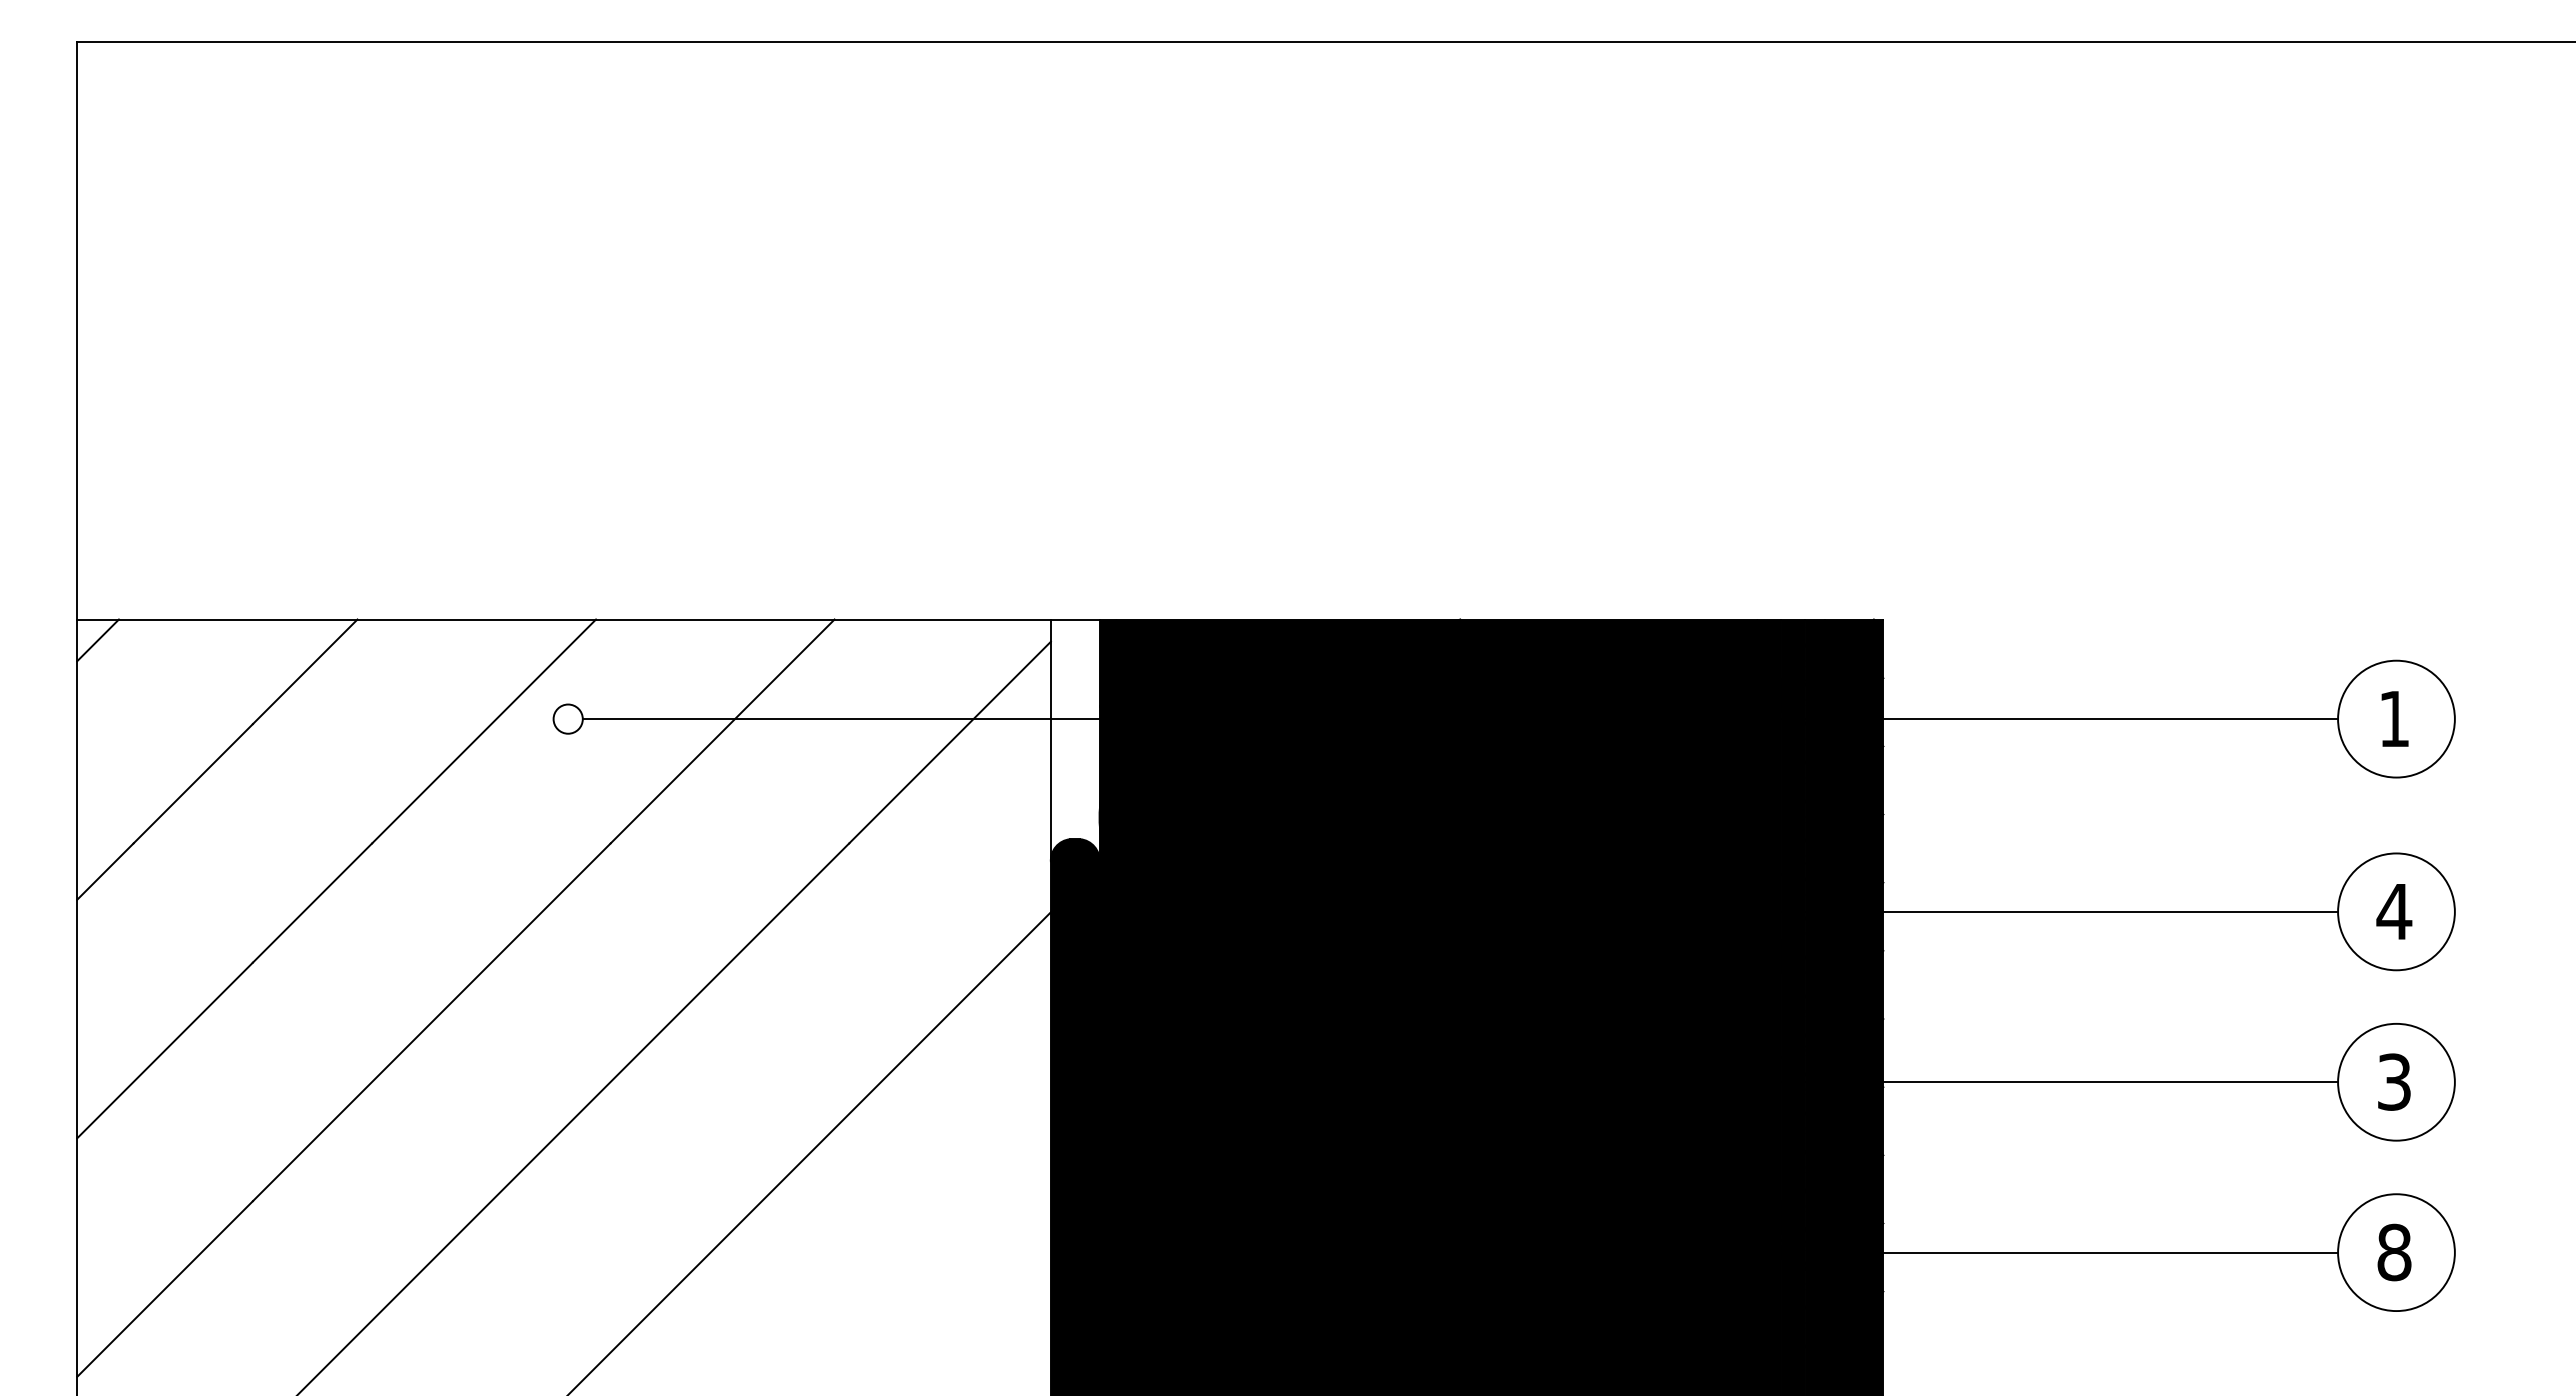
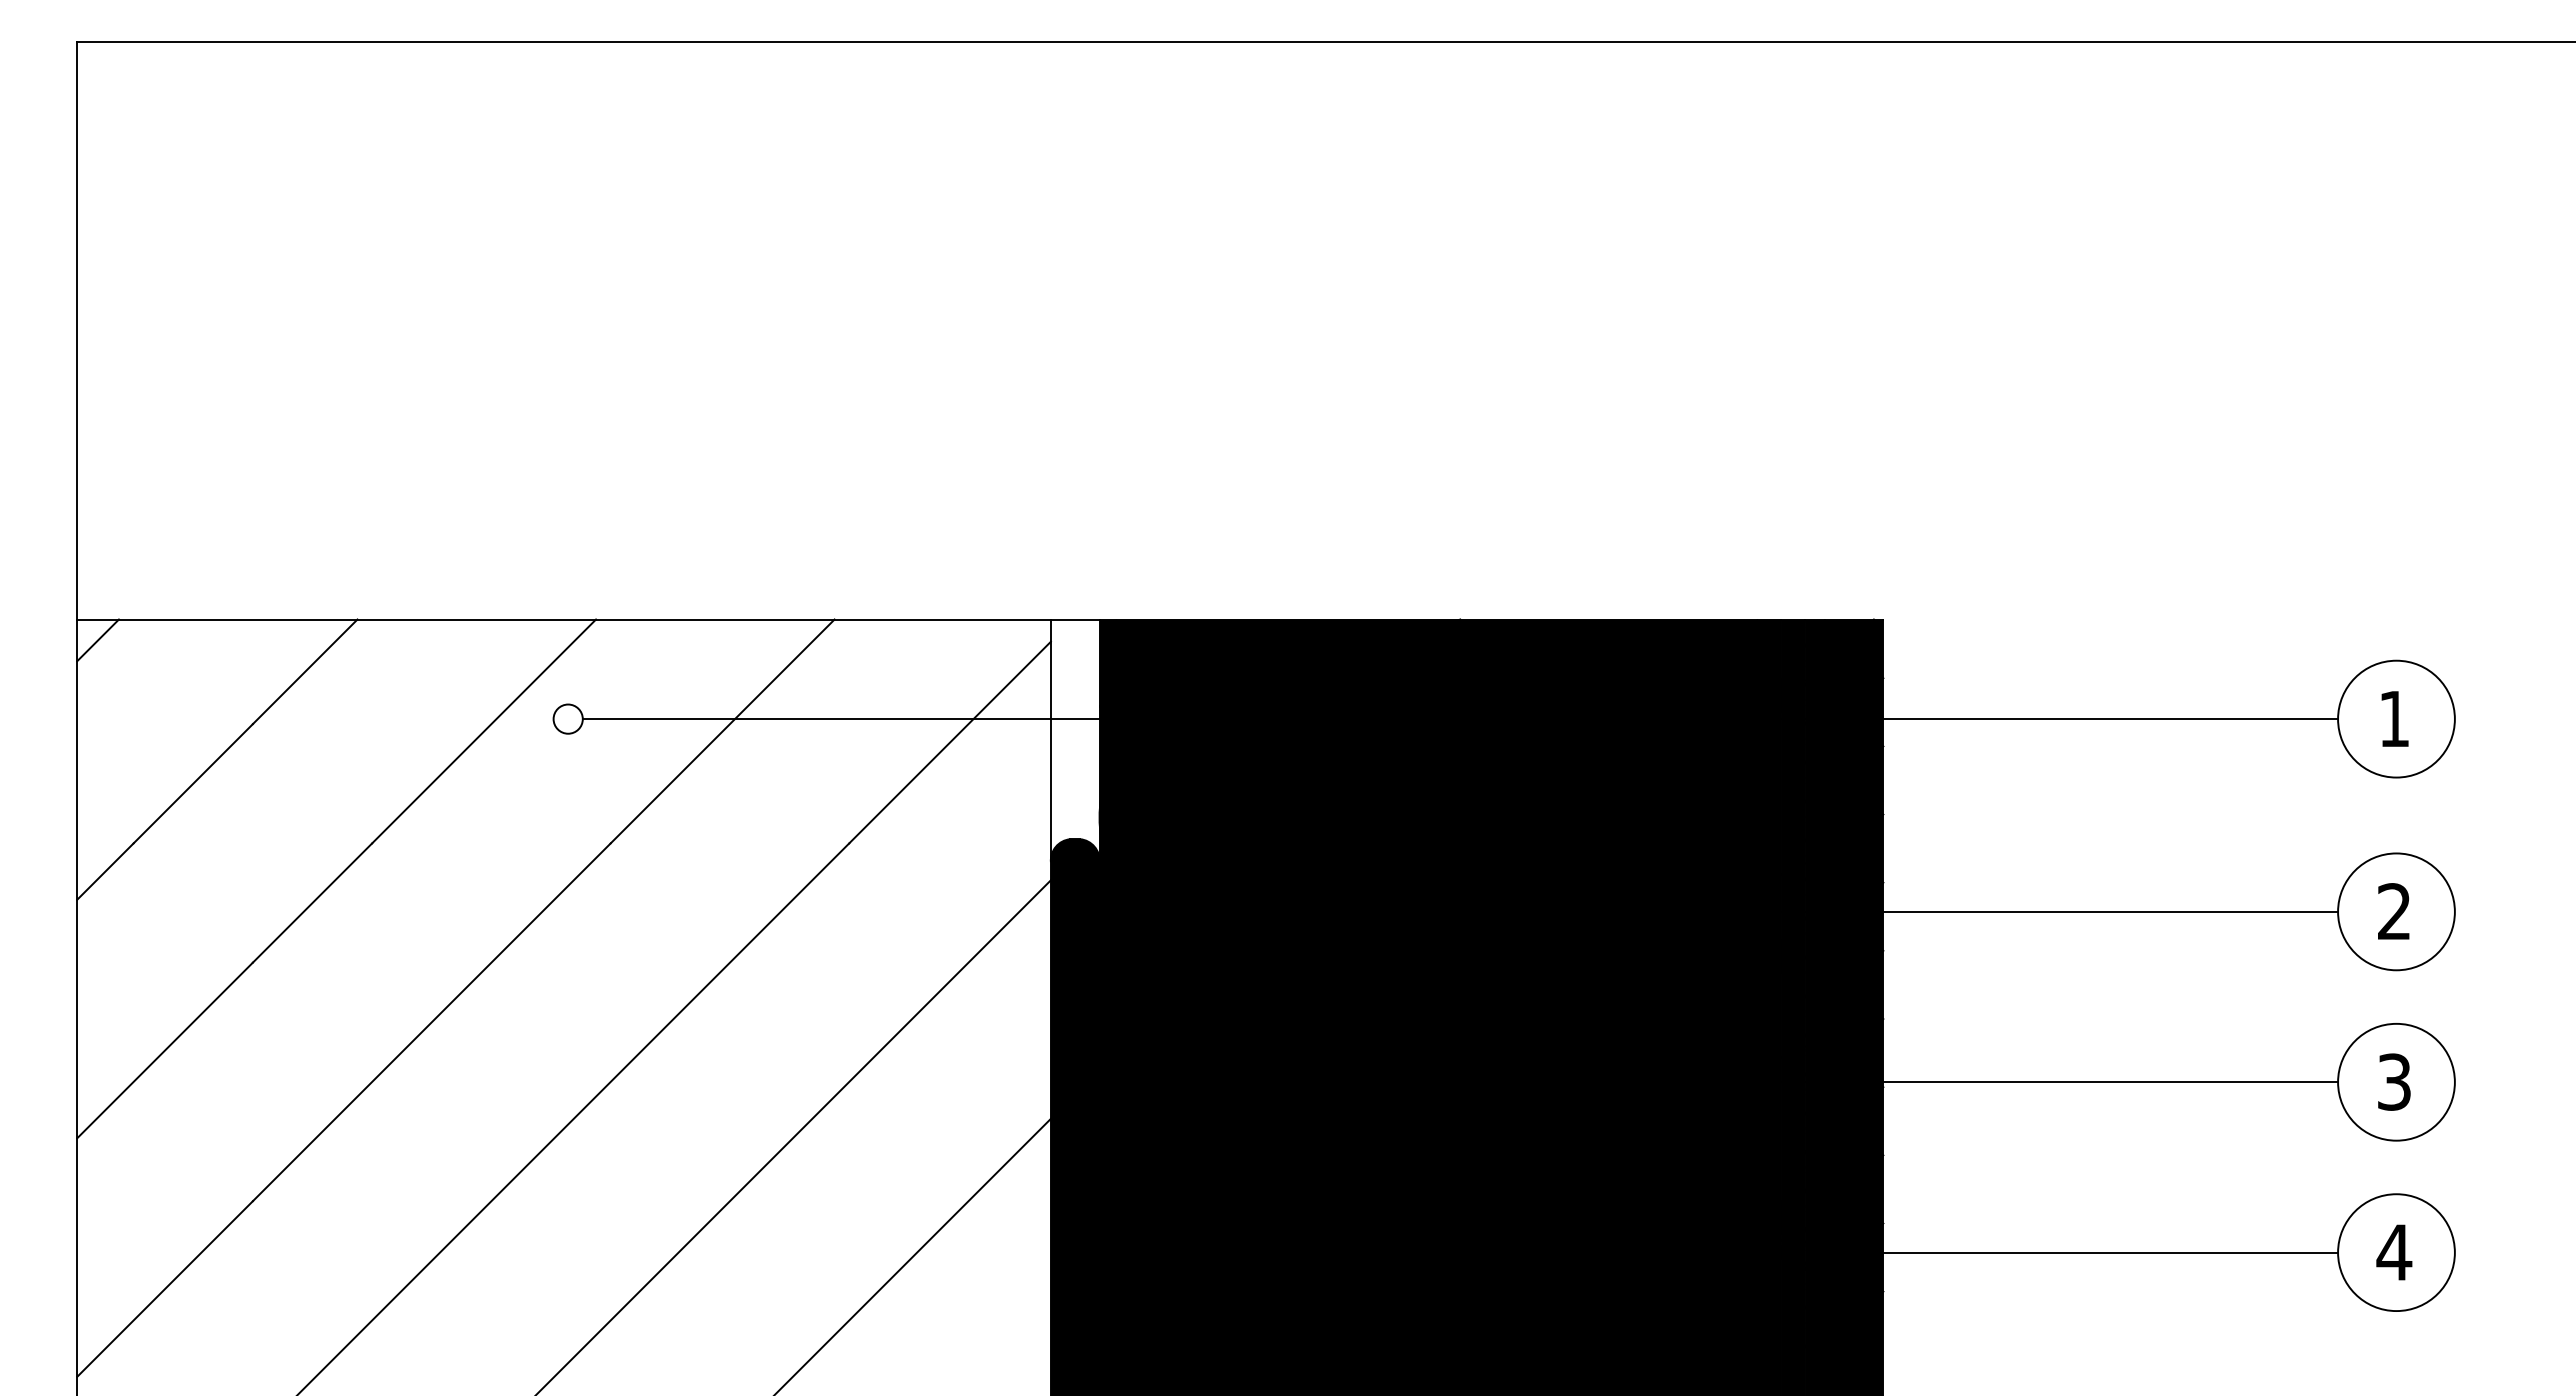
text at (2394, 911): 4 -> 2
line at (818, 1144) position: (818, 1144) -> (794, 1136)
text at (2394, 1252): 8 -> 4
line at (913, 1255): none -> present
